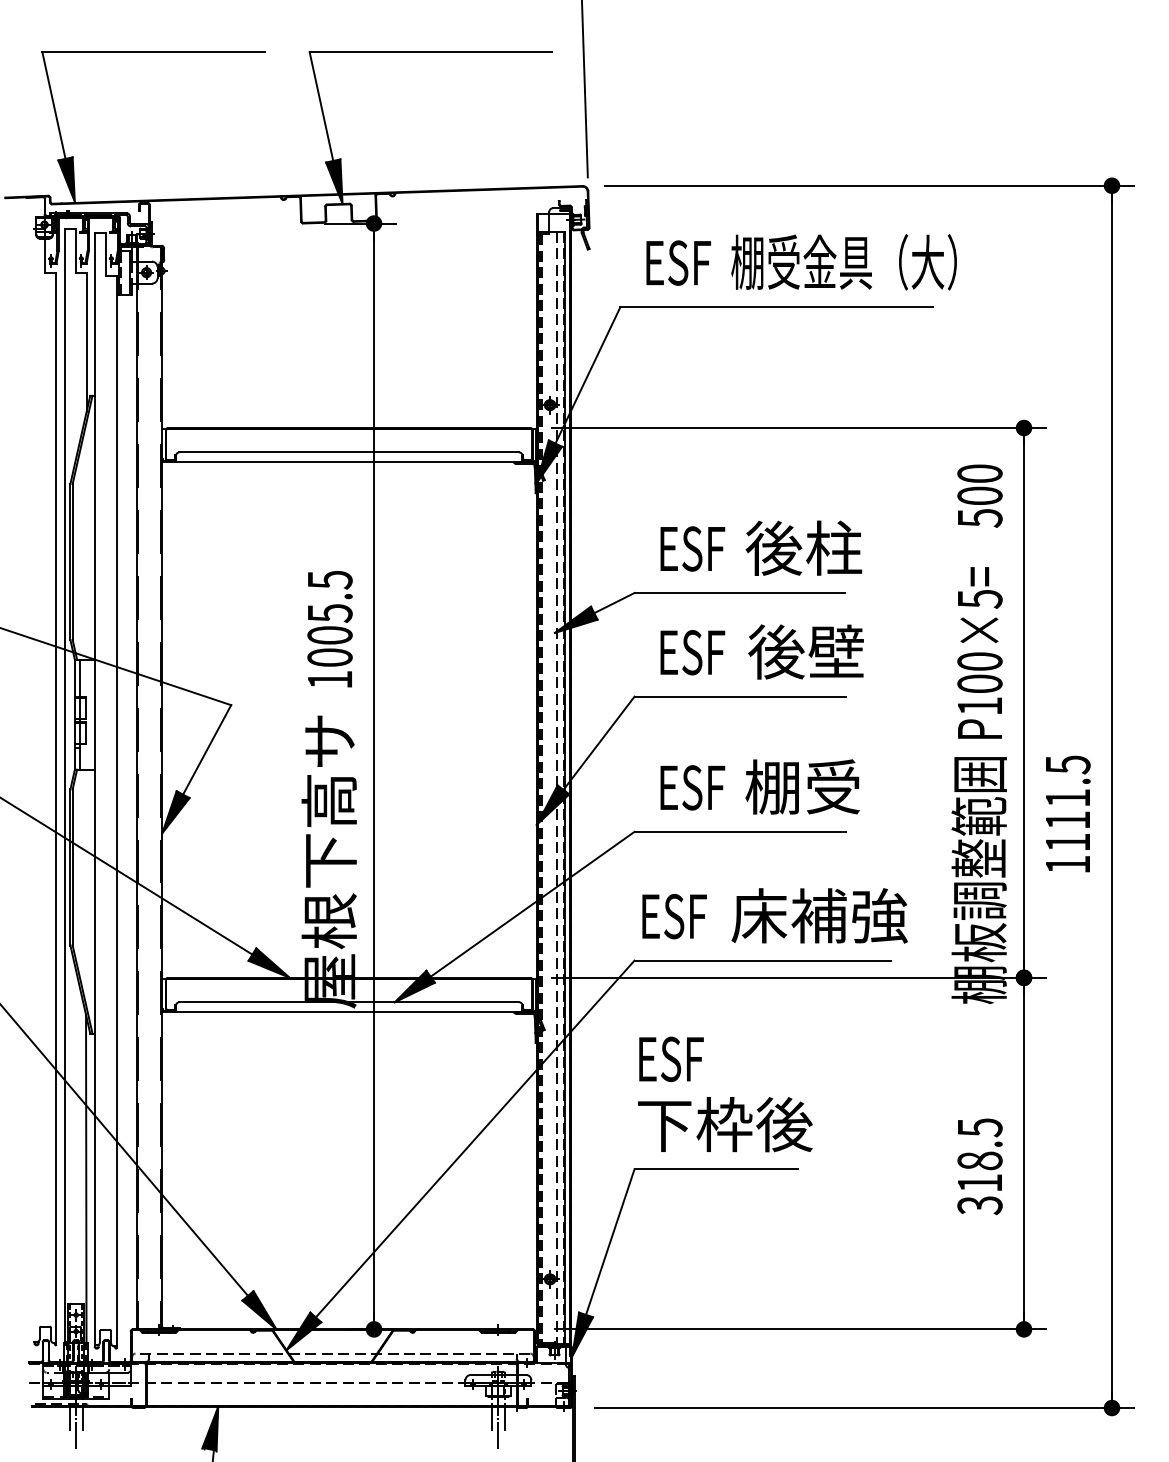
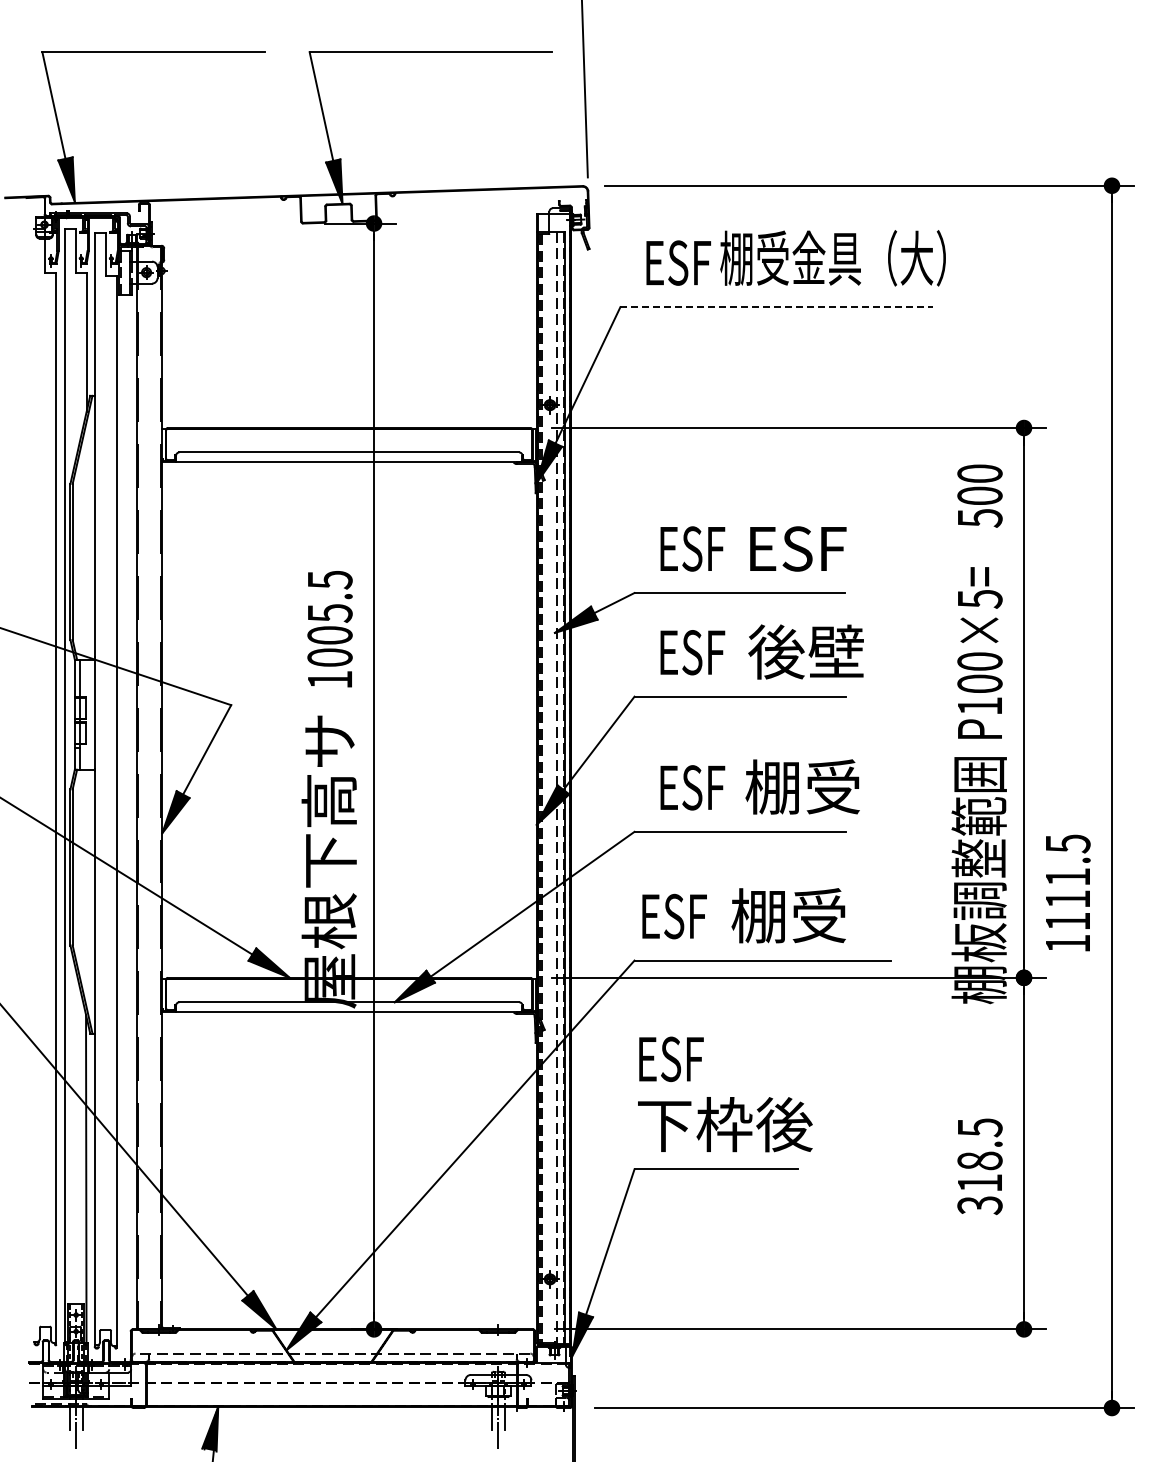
text at (843, 262) position: (843, 262) -> (832, 258)
line at (776, 307): solid -> dashed
text at (803, 547): 後柱 -> ESF
text at (1068, 813) position: (1068, 813) -> (1068, 892)
text at (819, 915): 床補強 -> 棚受
